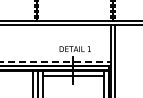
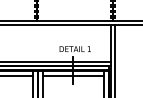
line at (55, 61): dashed -> solid
line at (17, 76): none -> present
